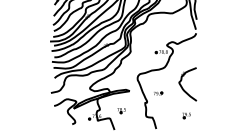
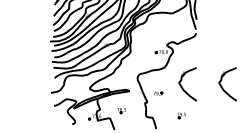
part at (227, 84): none -> present
part at (186, 115) position: (186, 115) -> (181, 115)
